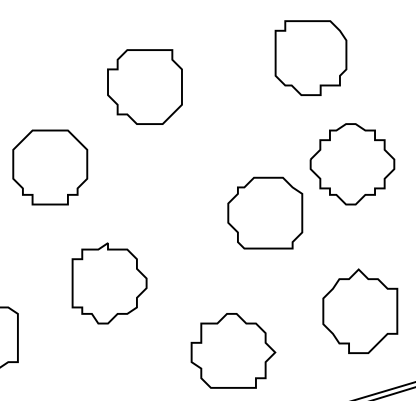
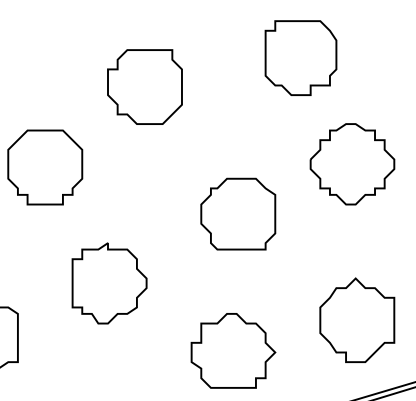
part at (310, 57) position: (310, 57) -> (300, 57)
part at (50, 167) position: (50, 167) -> (45, 167)
part at (265, 212) position: (265, 212) -> (238, 213)
part at (360, 310) position: (360, 310) -> (357, 319)
